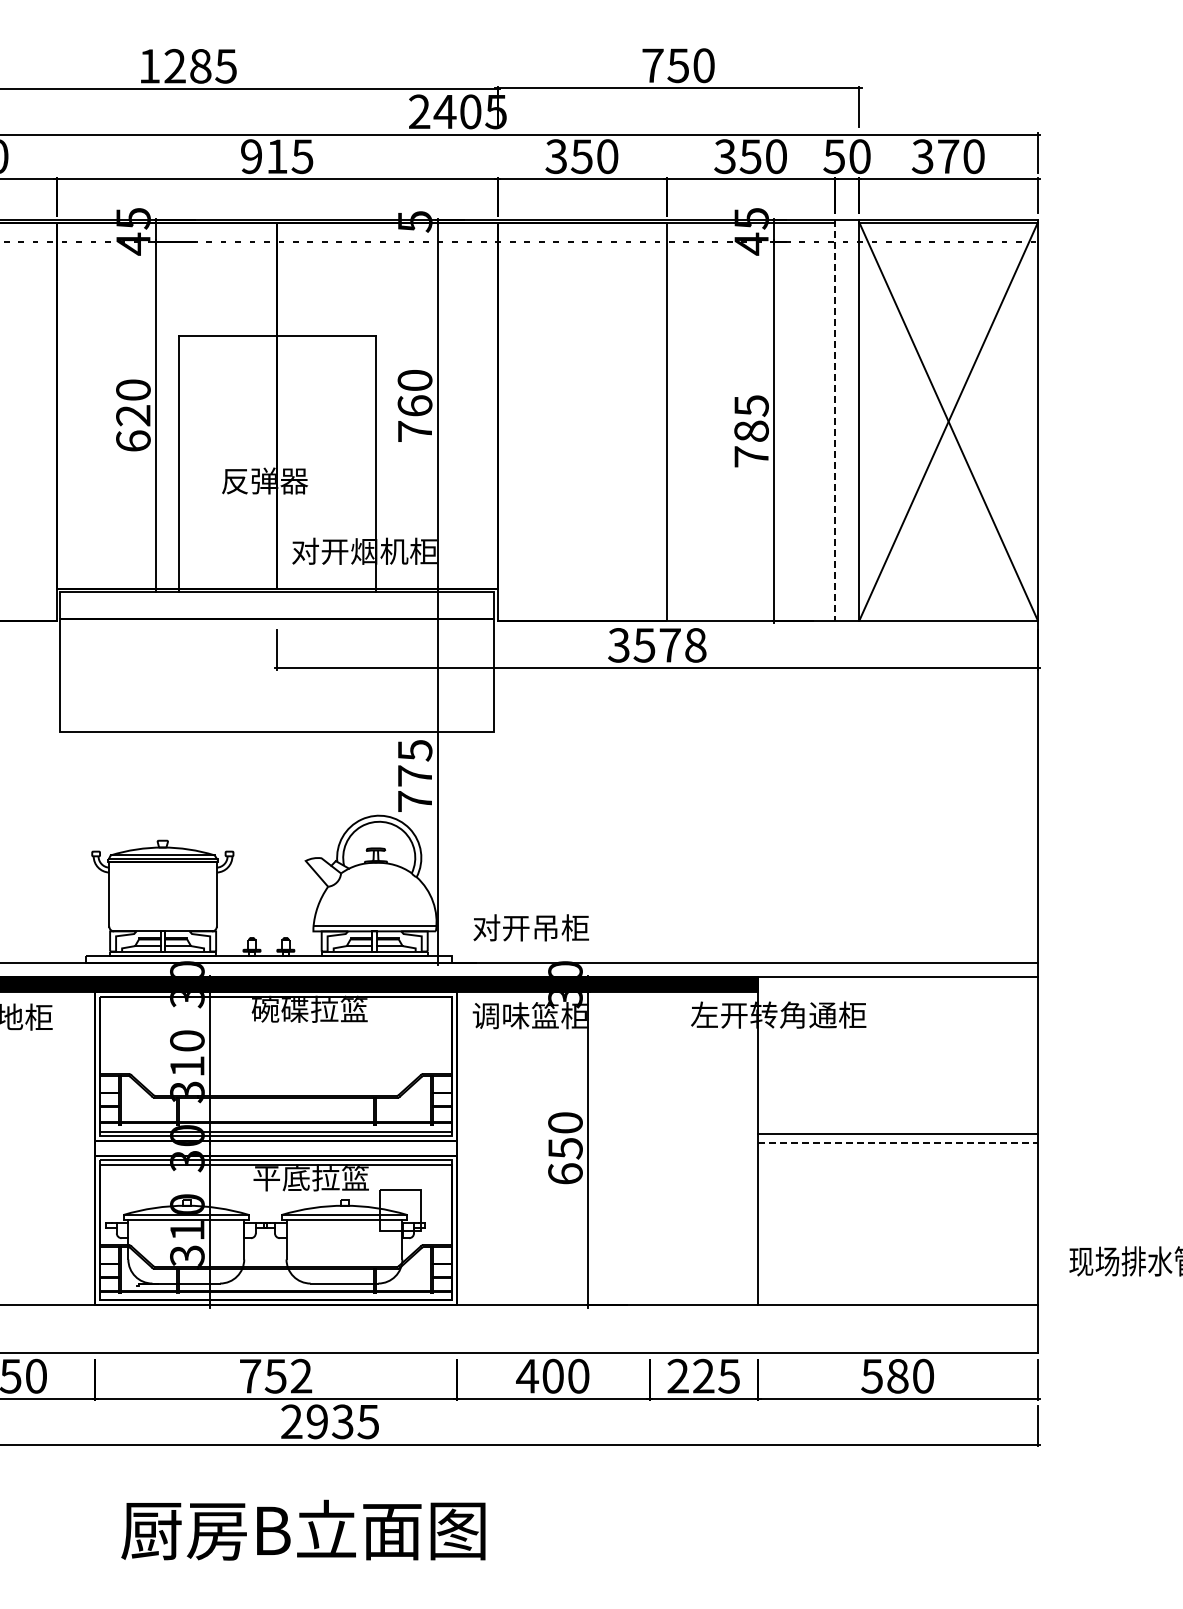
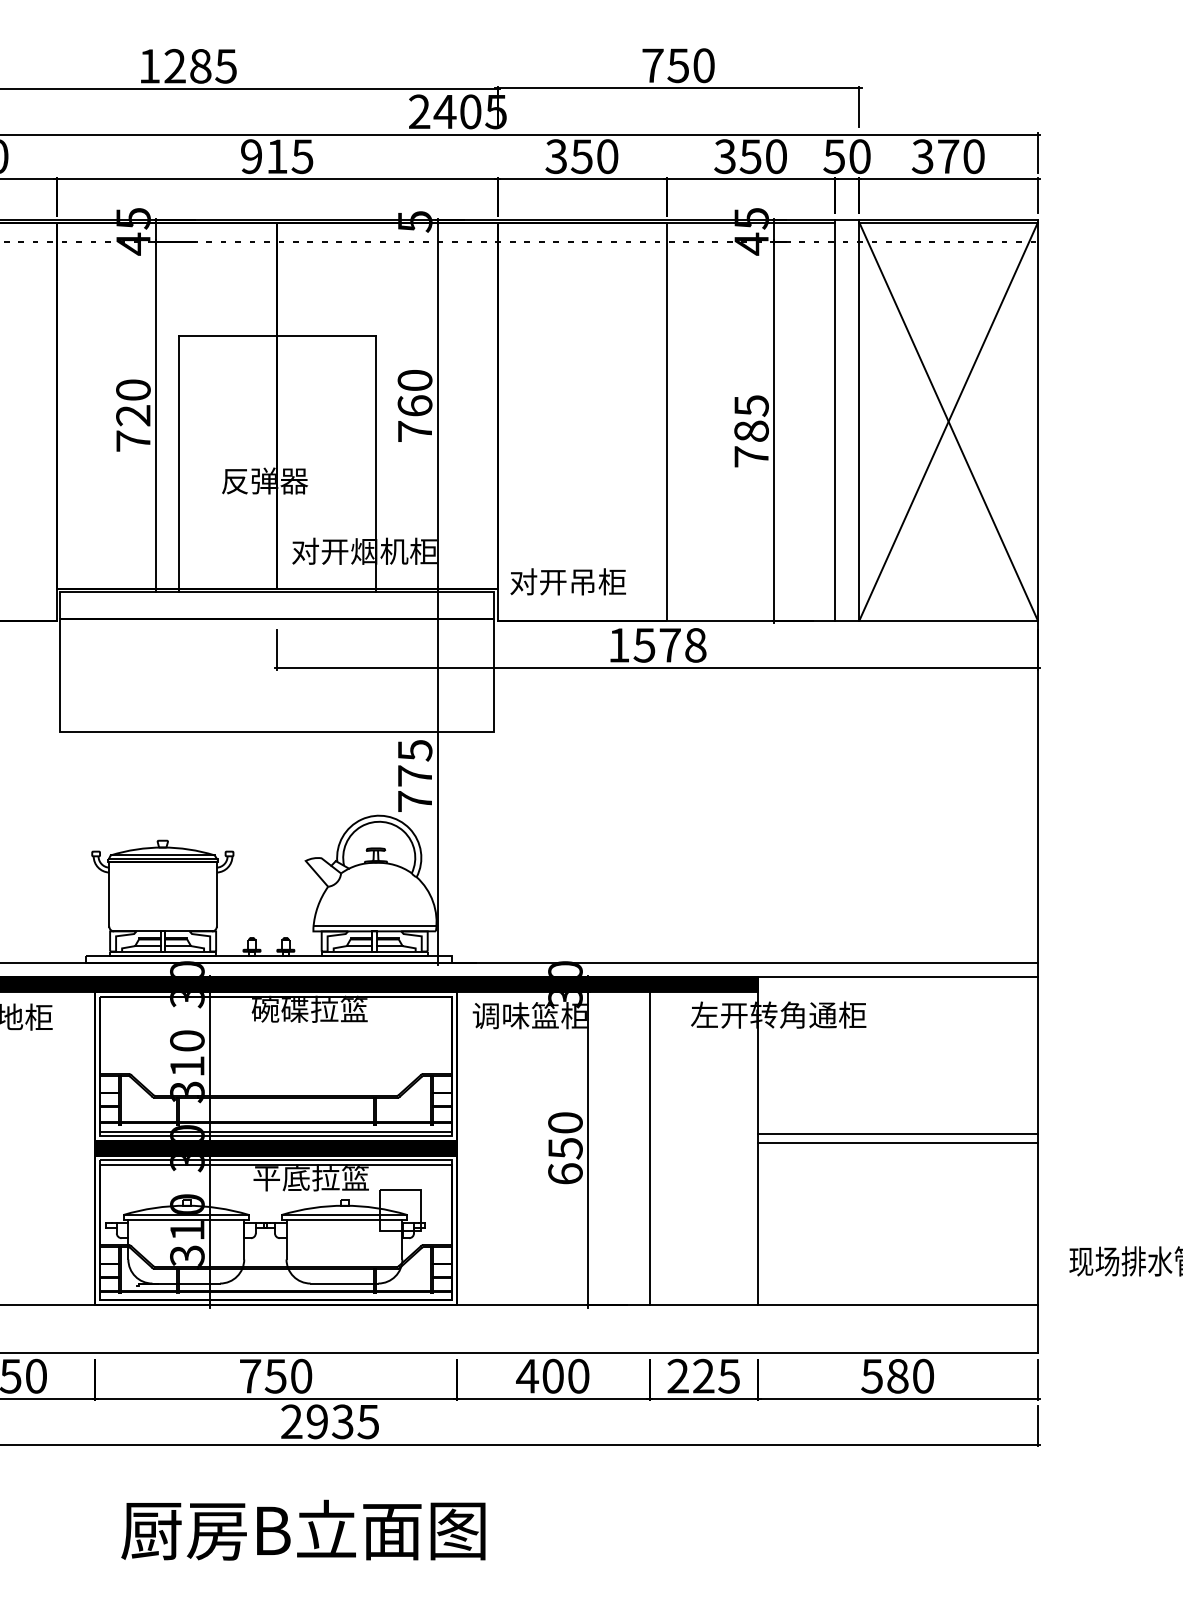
line at (835, 420): dashed -> solid
text at (133, 440): 620 -> 720
text at (618, 645): 3578 -> 1578
text at (530, 927) position: (530, 927) -> (567, 581)
line at (649, 1141): none -> present
line at (898, 1143): dashed -> solid
fill at (275, 1148): none -> present
text at (301, 1375): 752 -> 750
